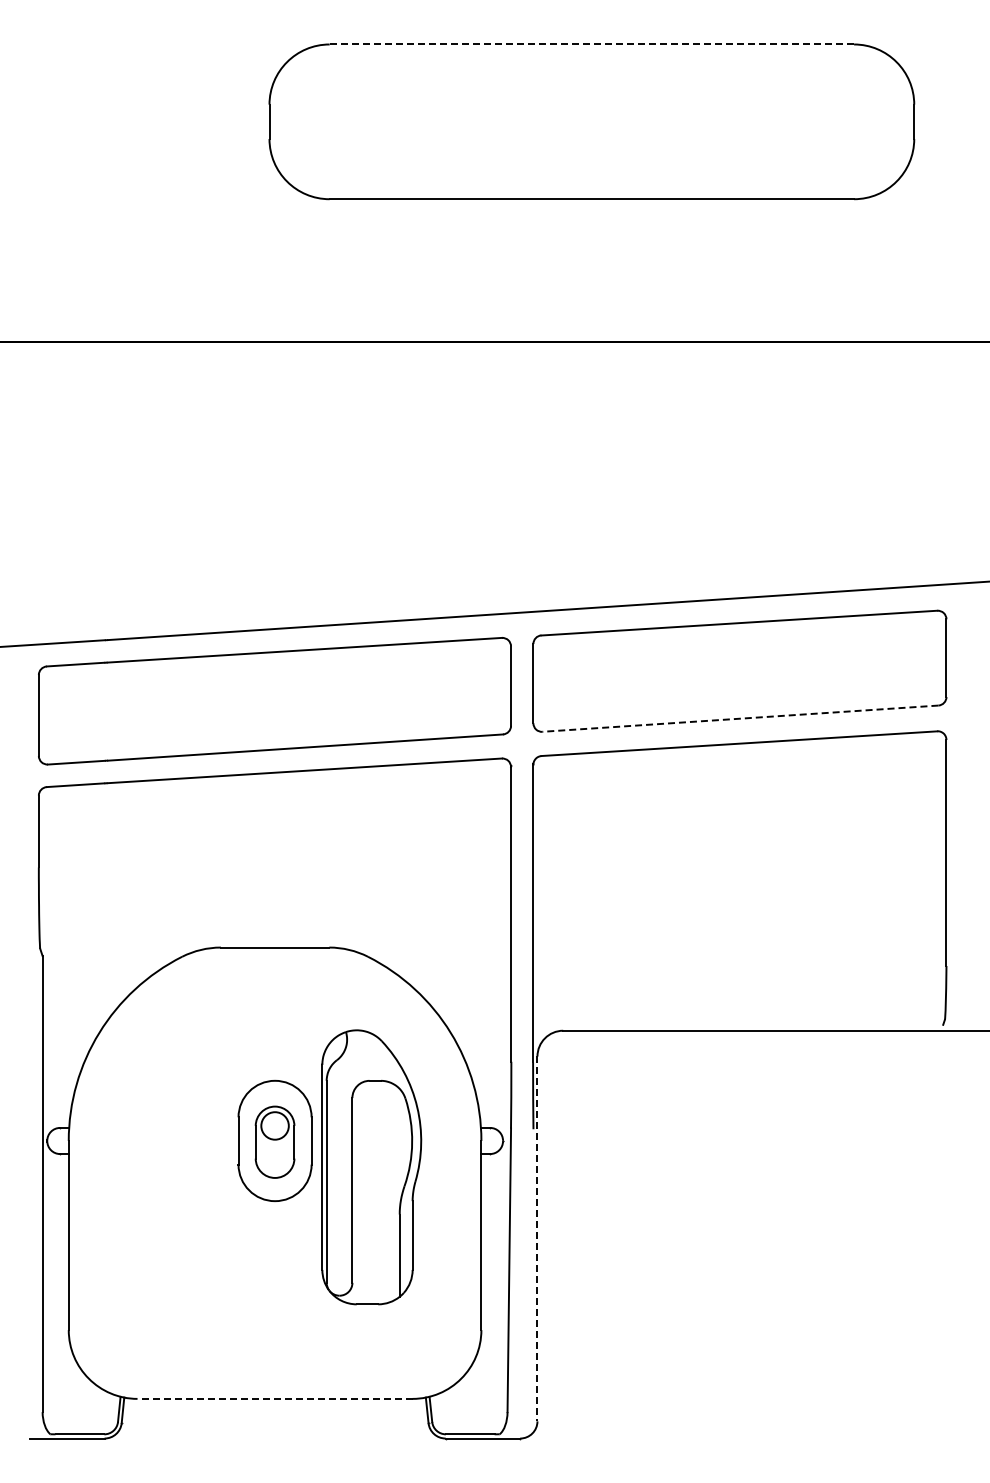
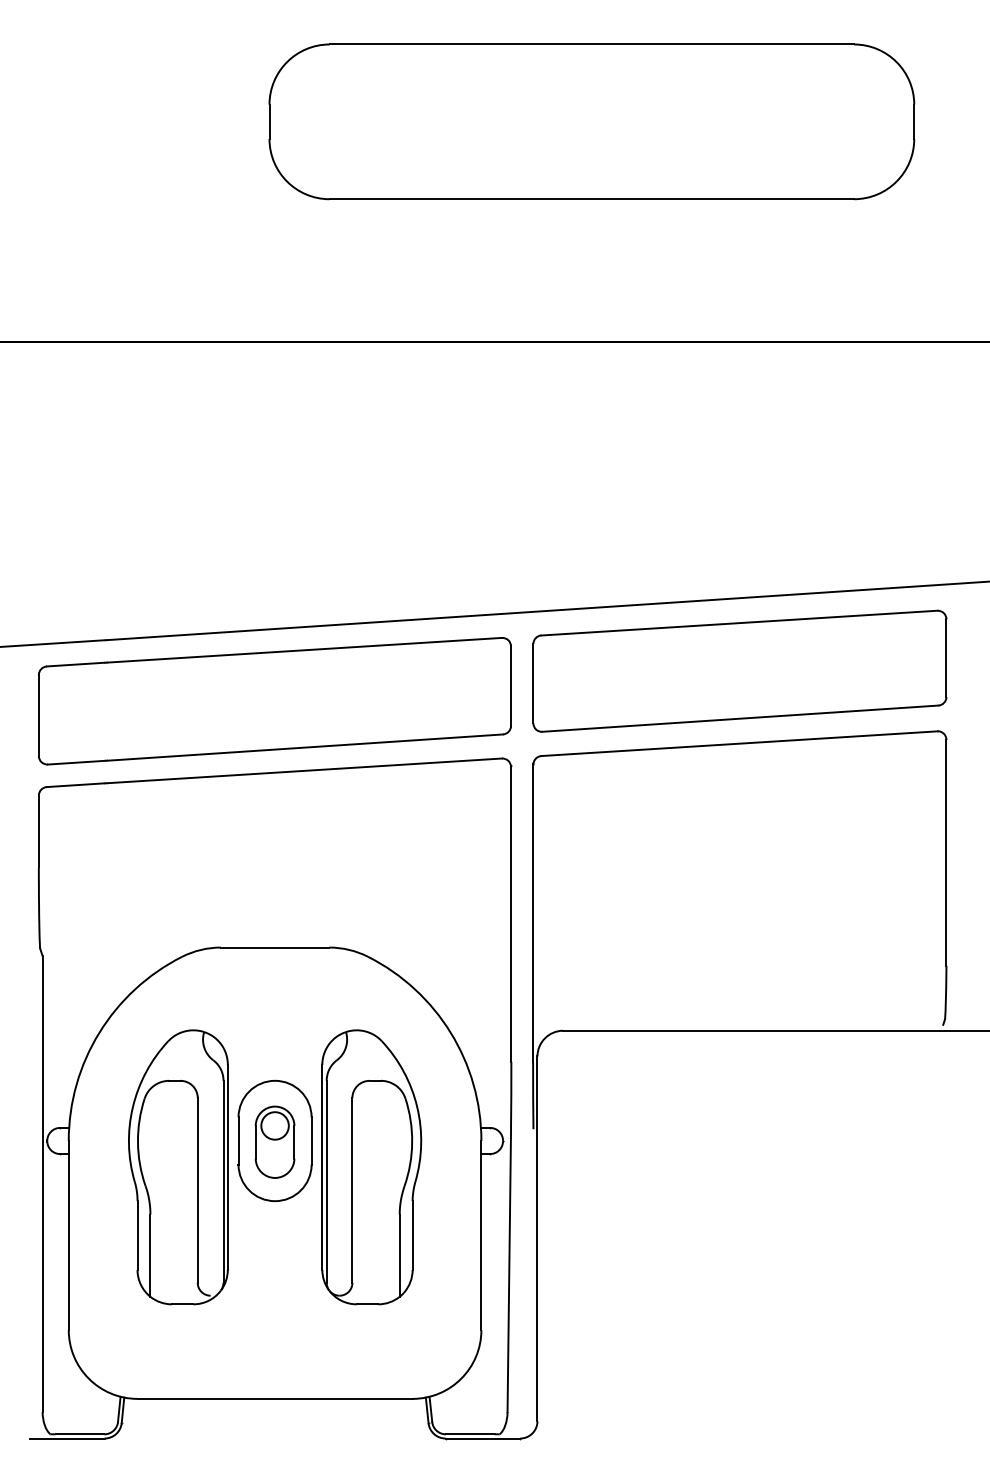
line at (591, 44): dashed -> solid
line at (740, 718): dashed -> solid
part at (178, 1167): none -> present
line at (537, 1239): dashed -> solid
line at (275, 1398): dashed -> solid
